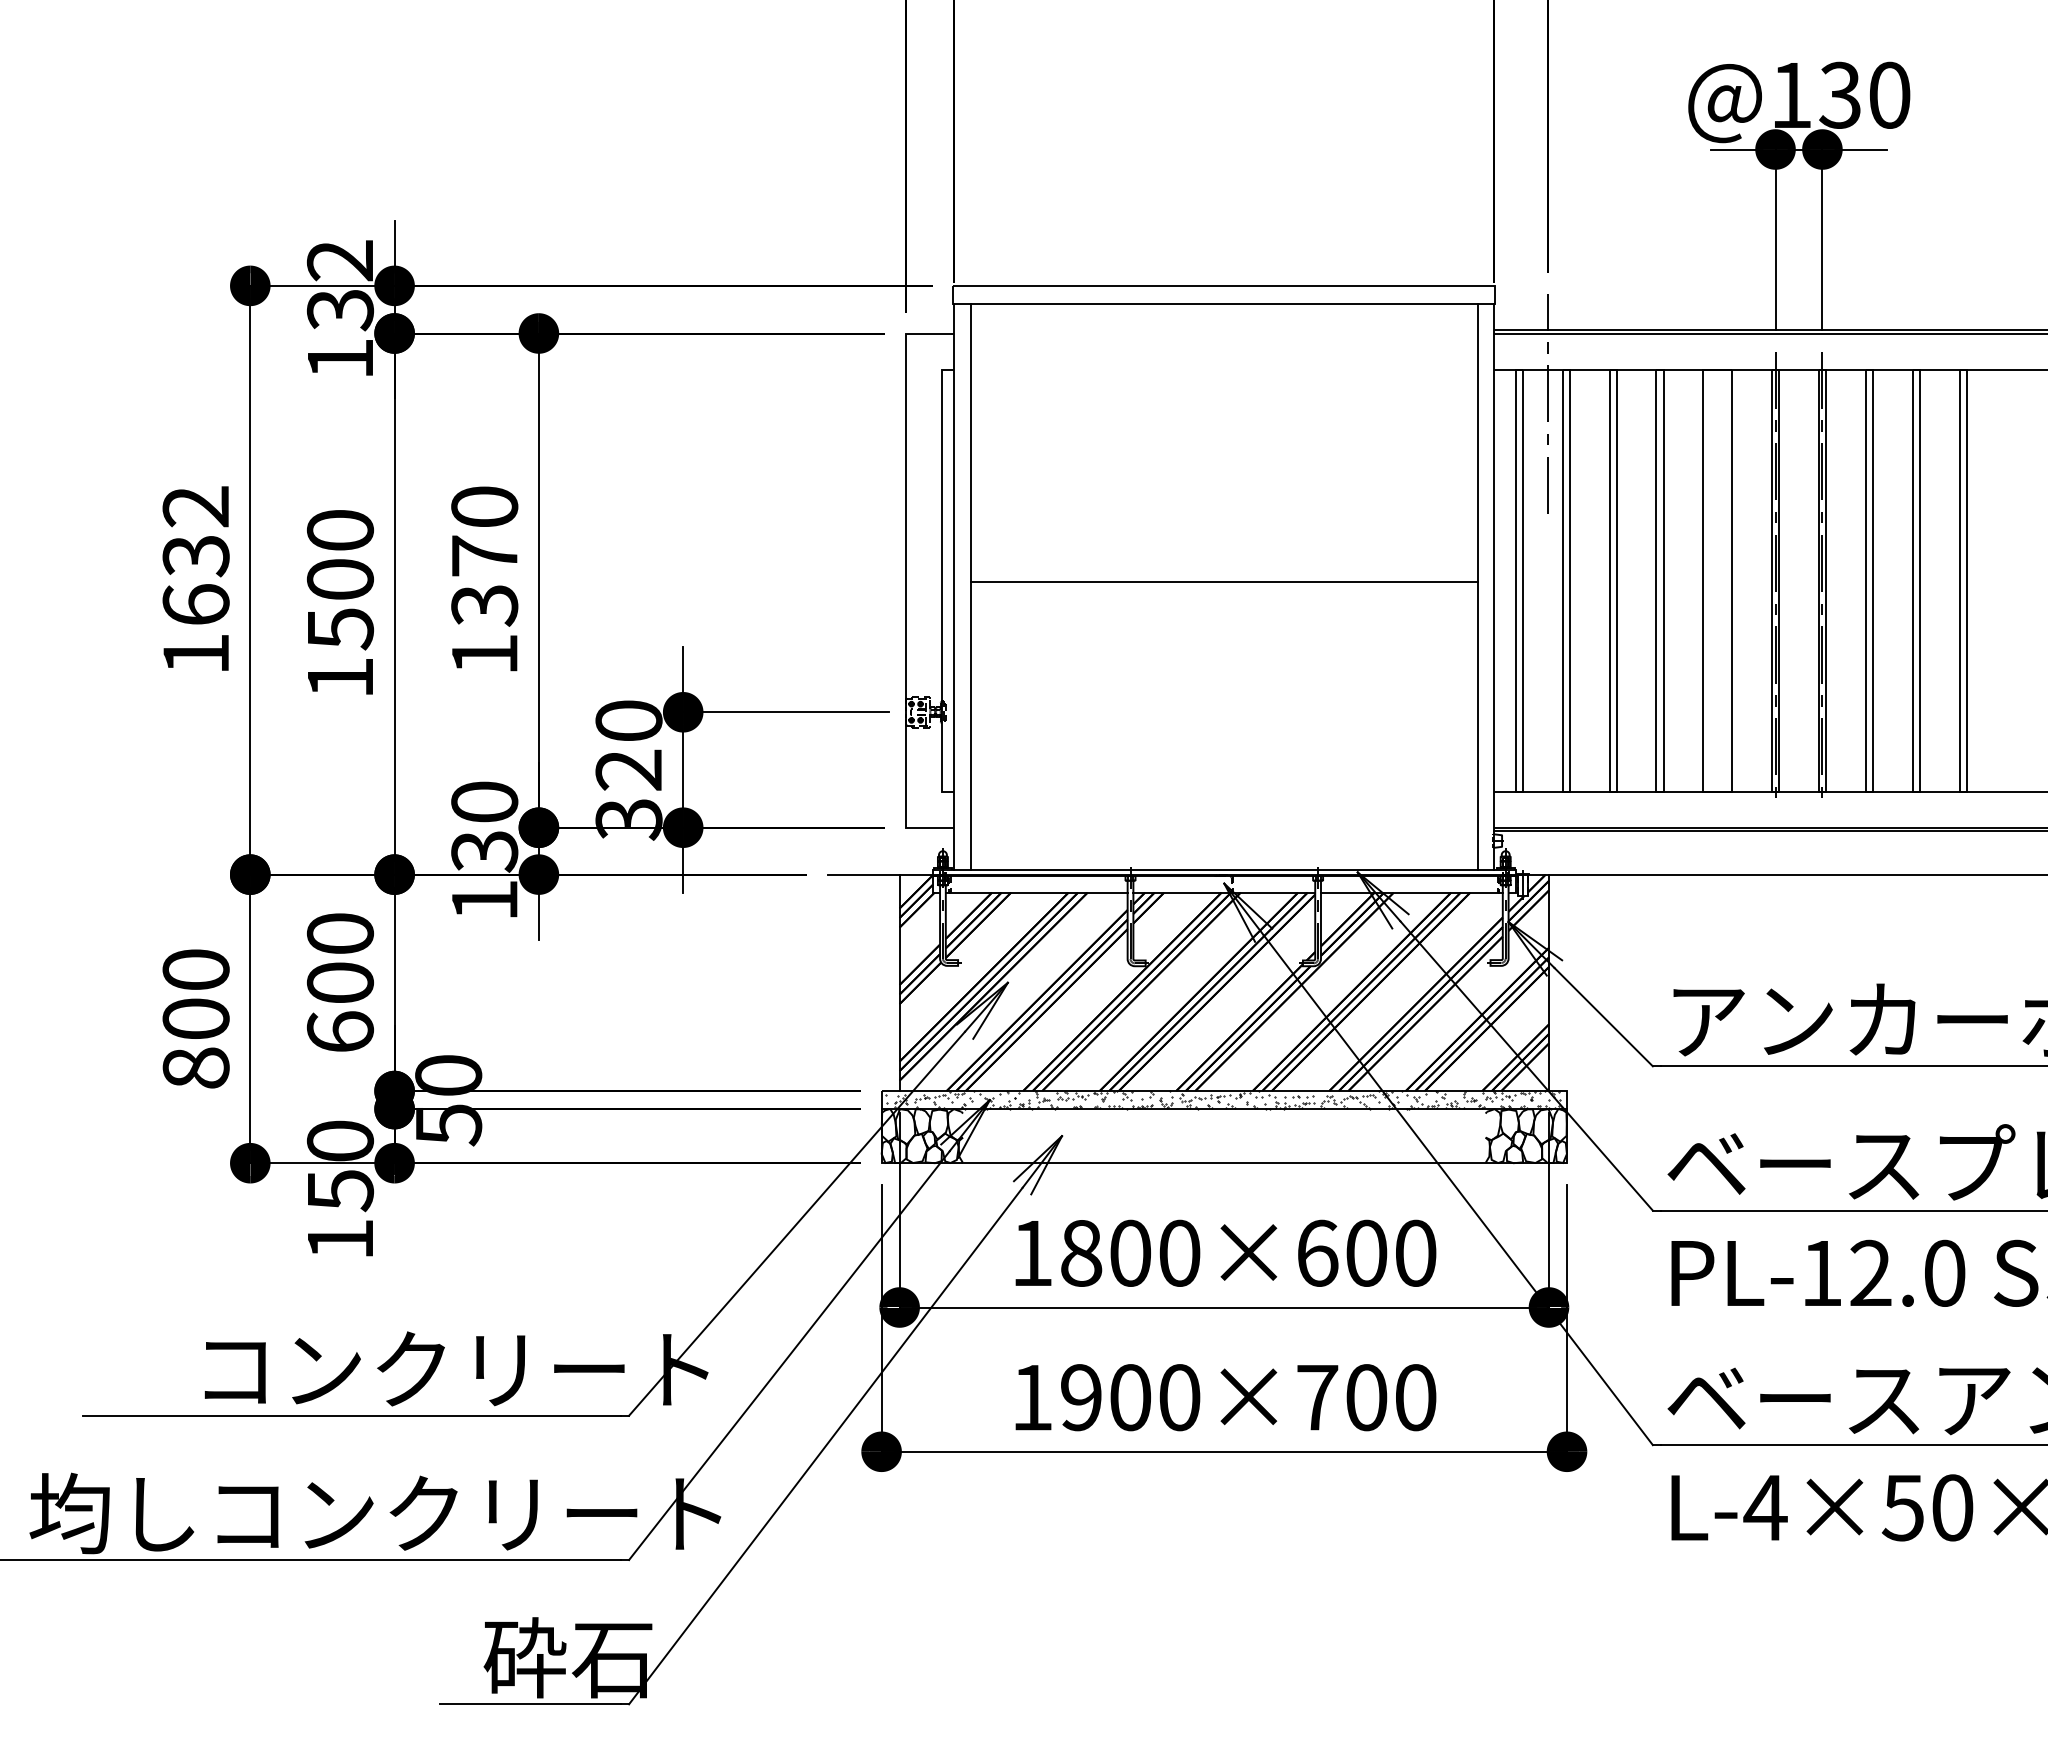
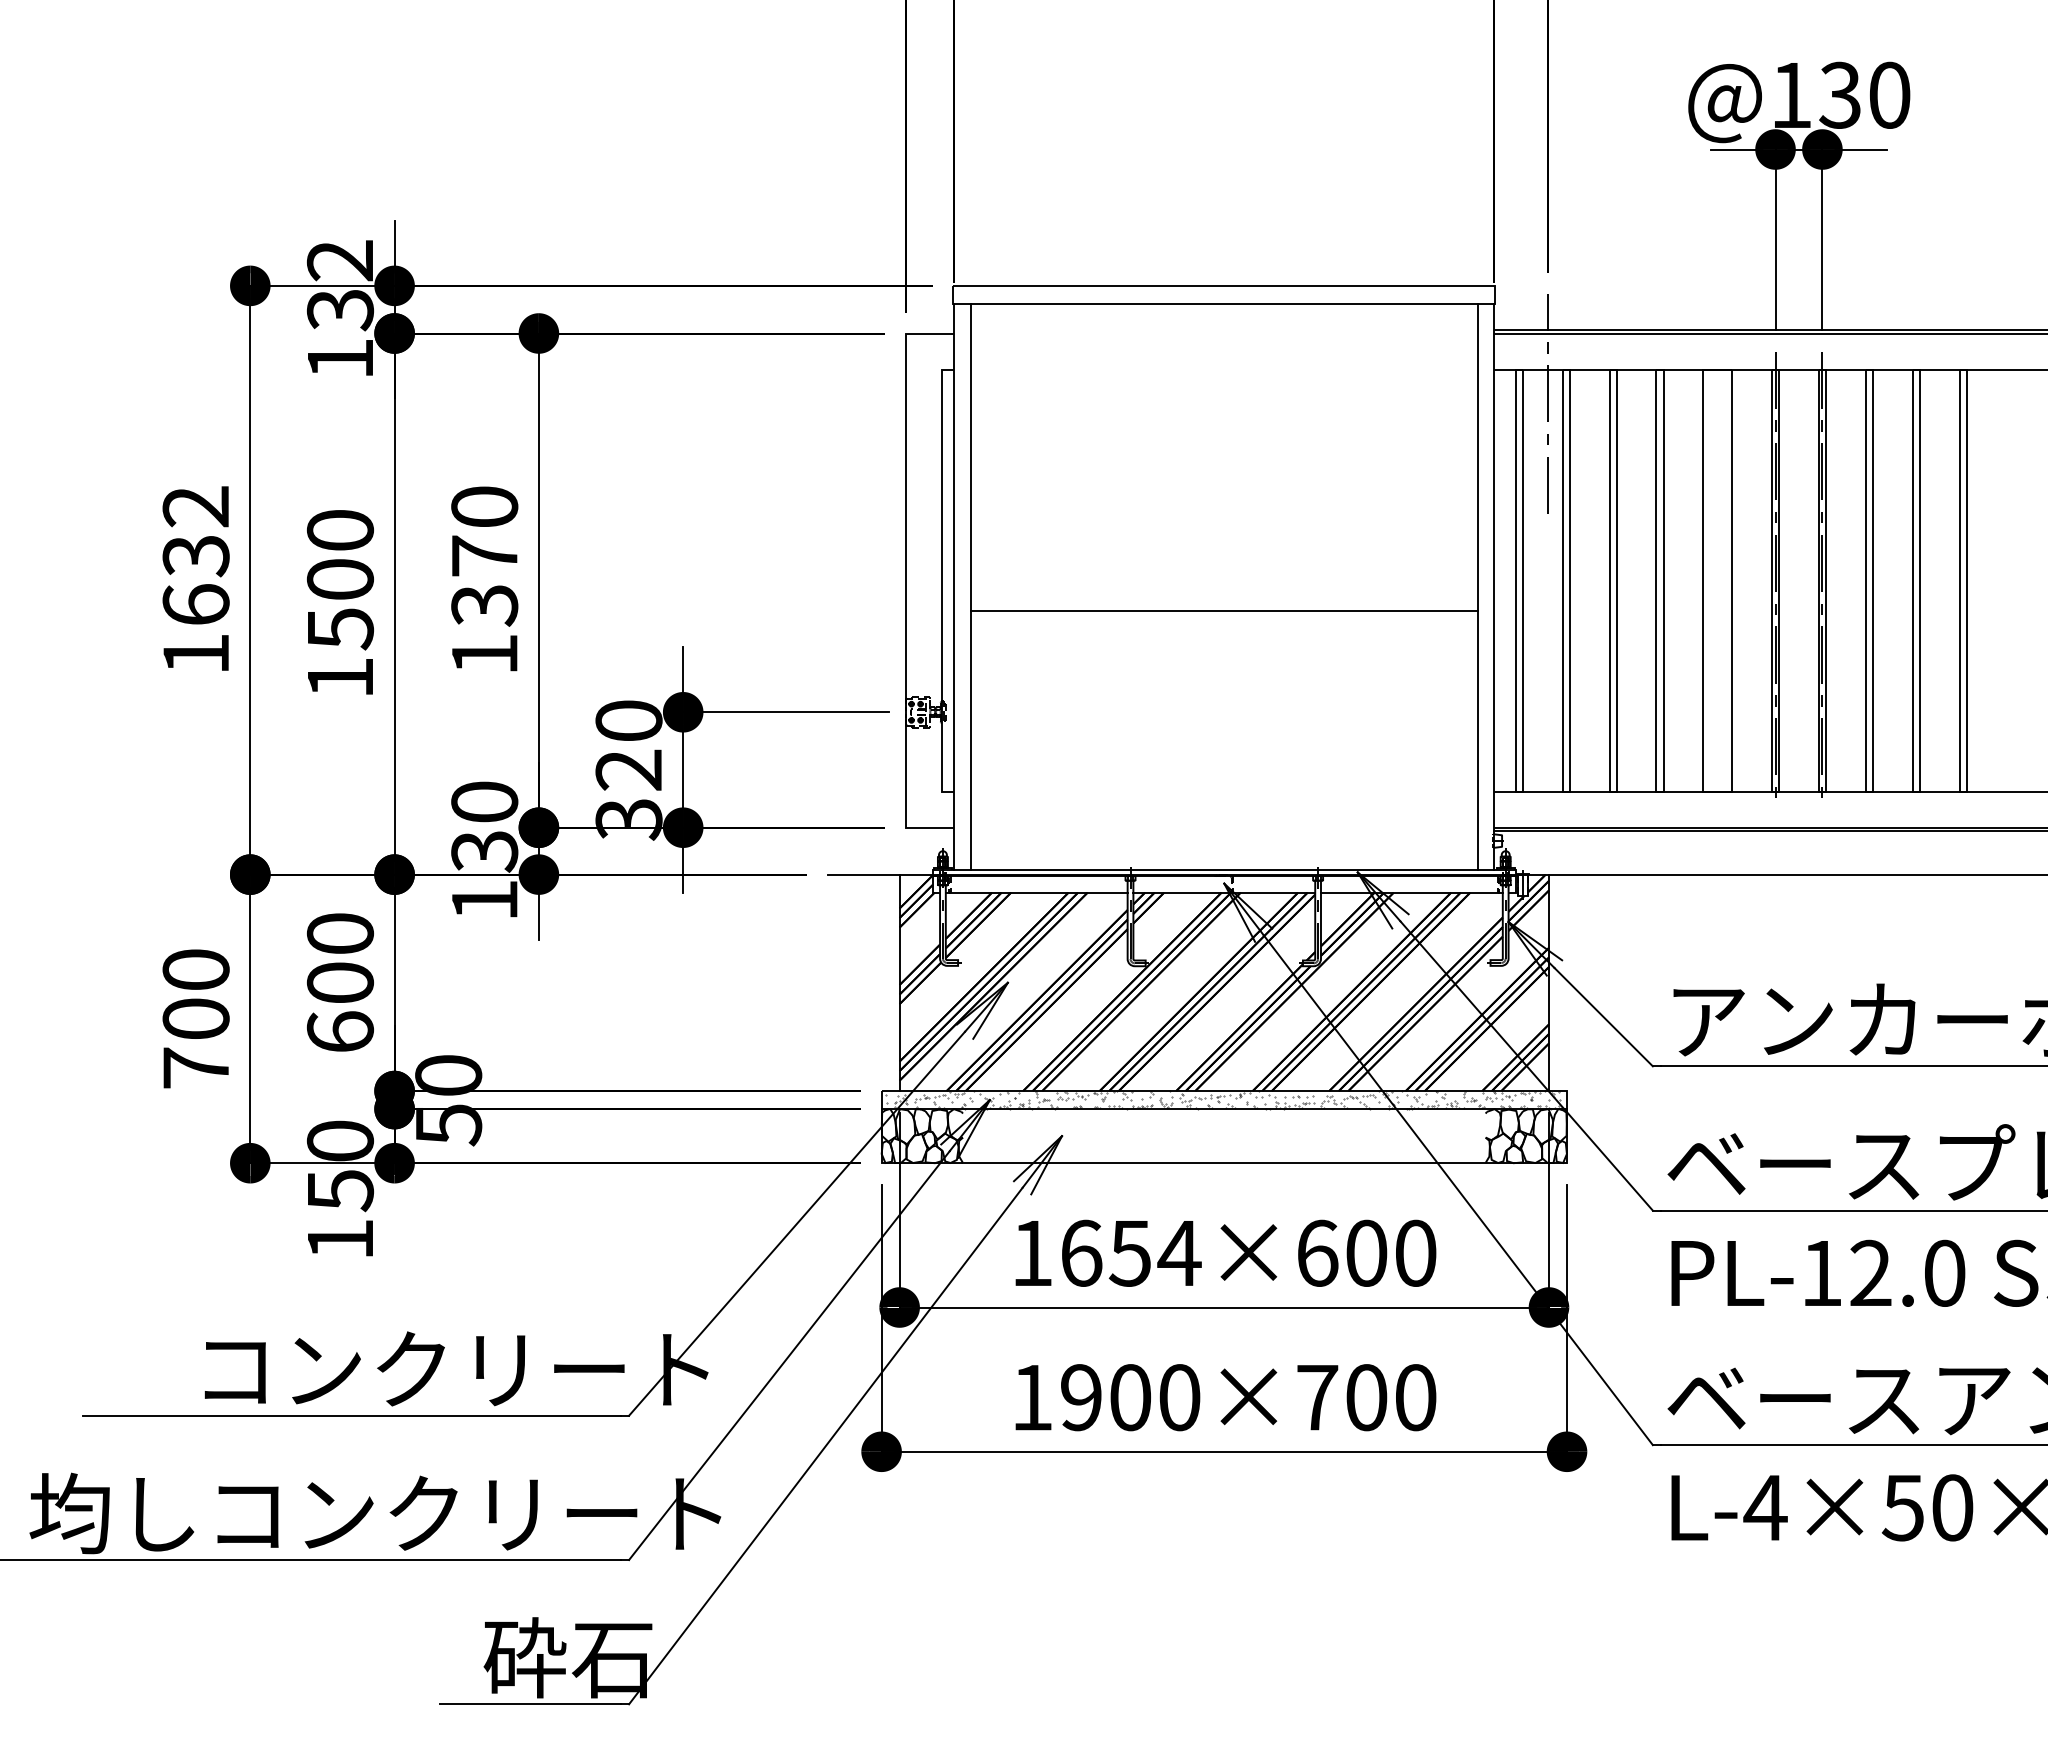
line at (1224, 582) position: (1224, 582) -> (1224, 611)
text at (195, 1067): 800 -> 700
hatch at (1223, 1100): present -> none
text at (1131, 1252): 1800×600 -> 1654×600
